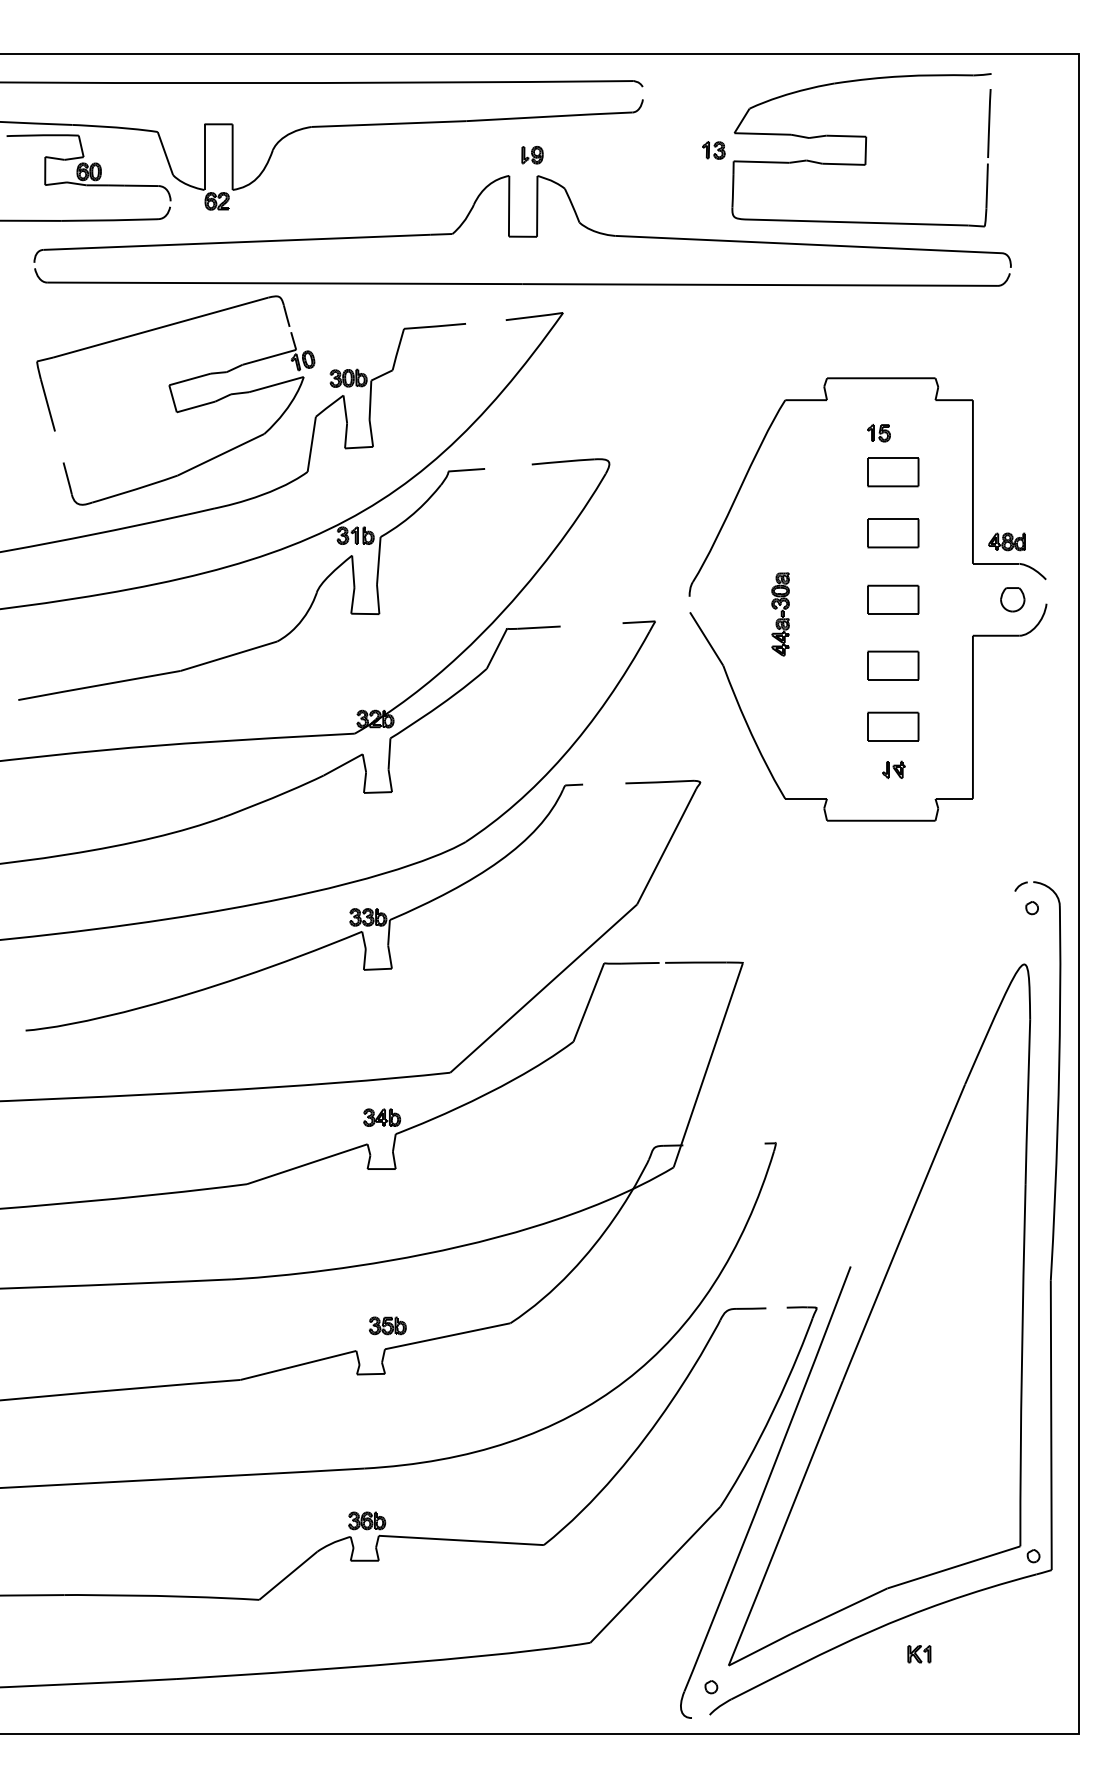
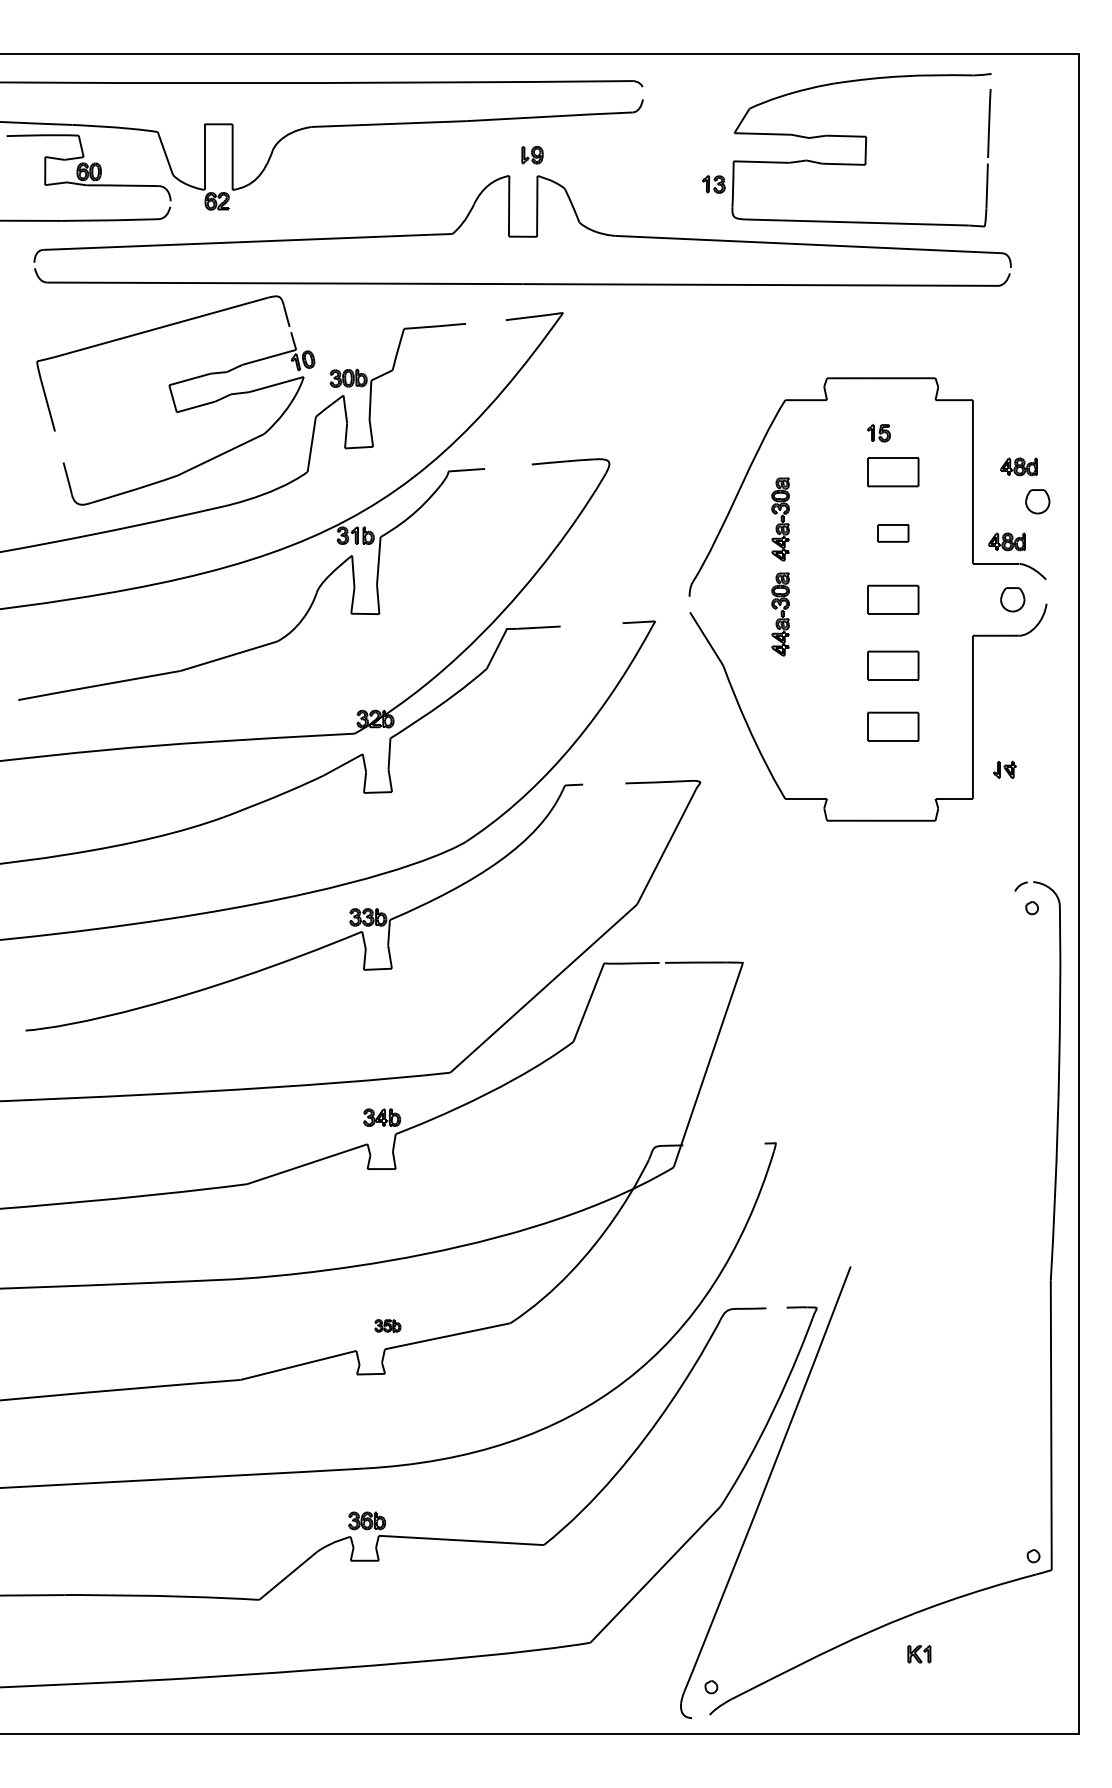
part at (713, 150) position: (713, 150) -> (713, 184)
part at (1018, 466): none -> present
part at (1037, 501): none -> present
part at (780, 519): none -> present
part at (893, 533) size: 53x31 px -> 33x19 px
part at (893, 769) position: (893, 769) -> (1004, 769)
part at (879, 1314): present -> none
part at (387, 1325) size: 38x20 px -> 28x14 px
